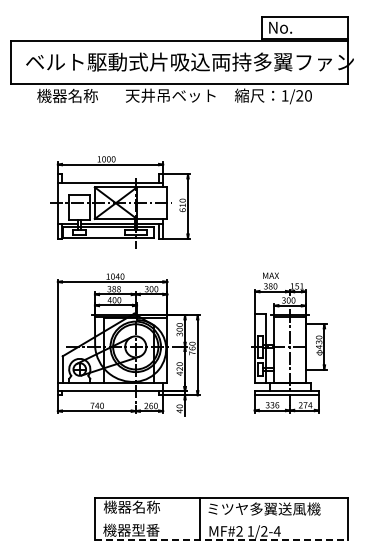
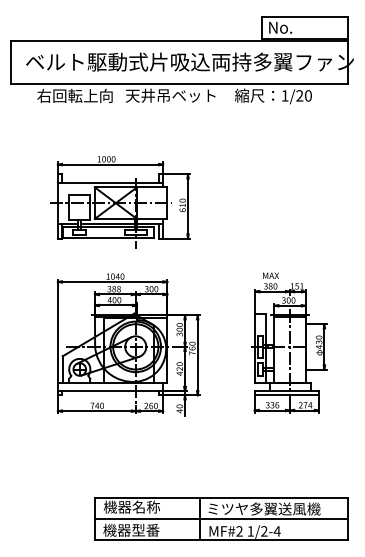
text at (74, 95): 機器名称 -> 右回転上向
line at (221, 519): none -> present
line at (221, 540): dashed -> solid
